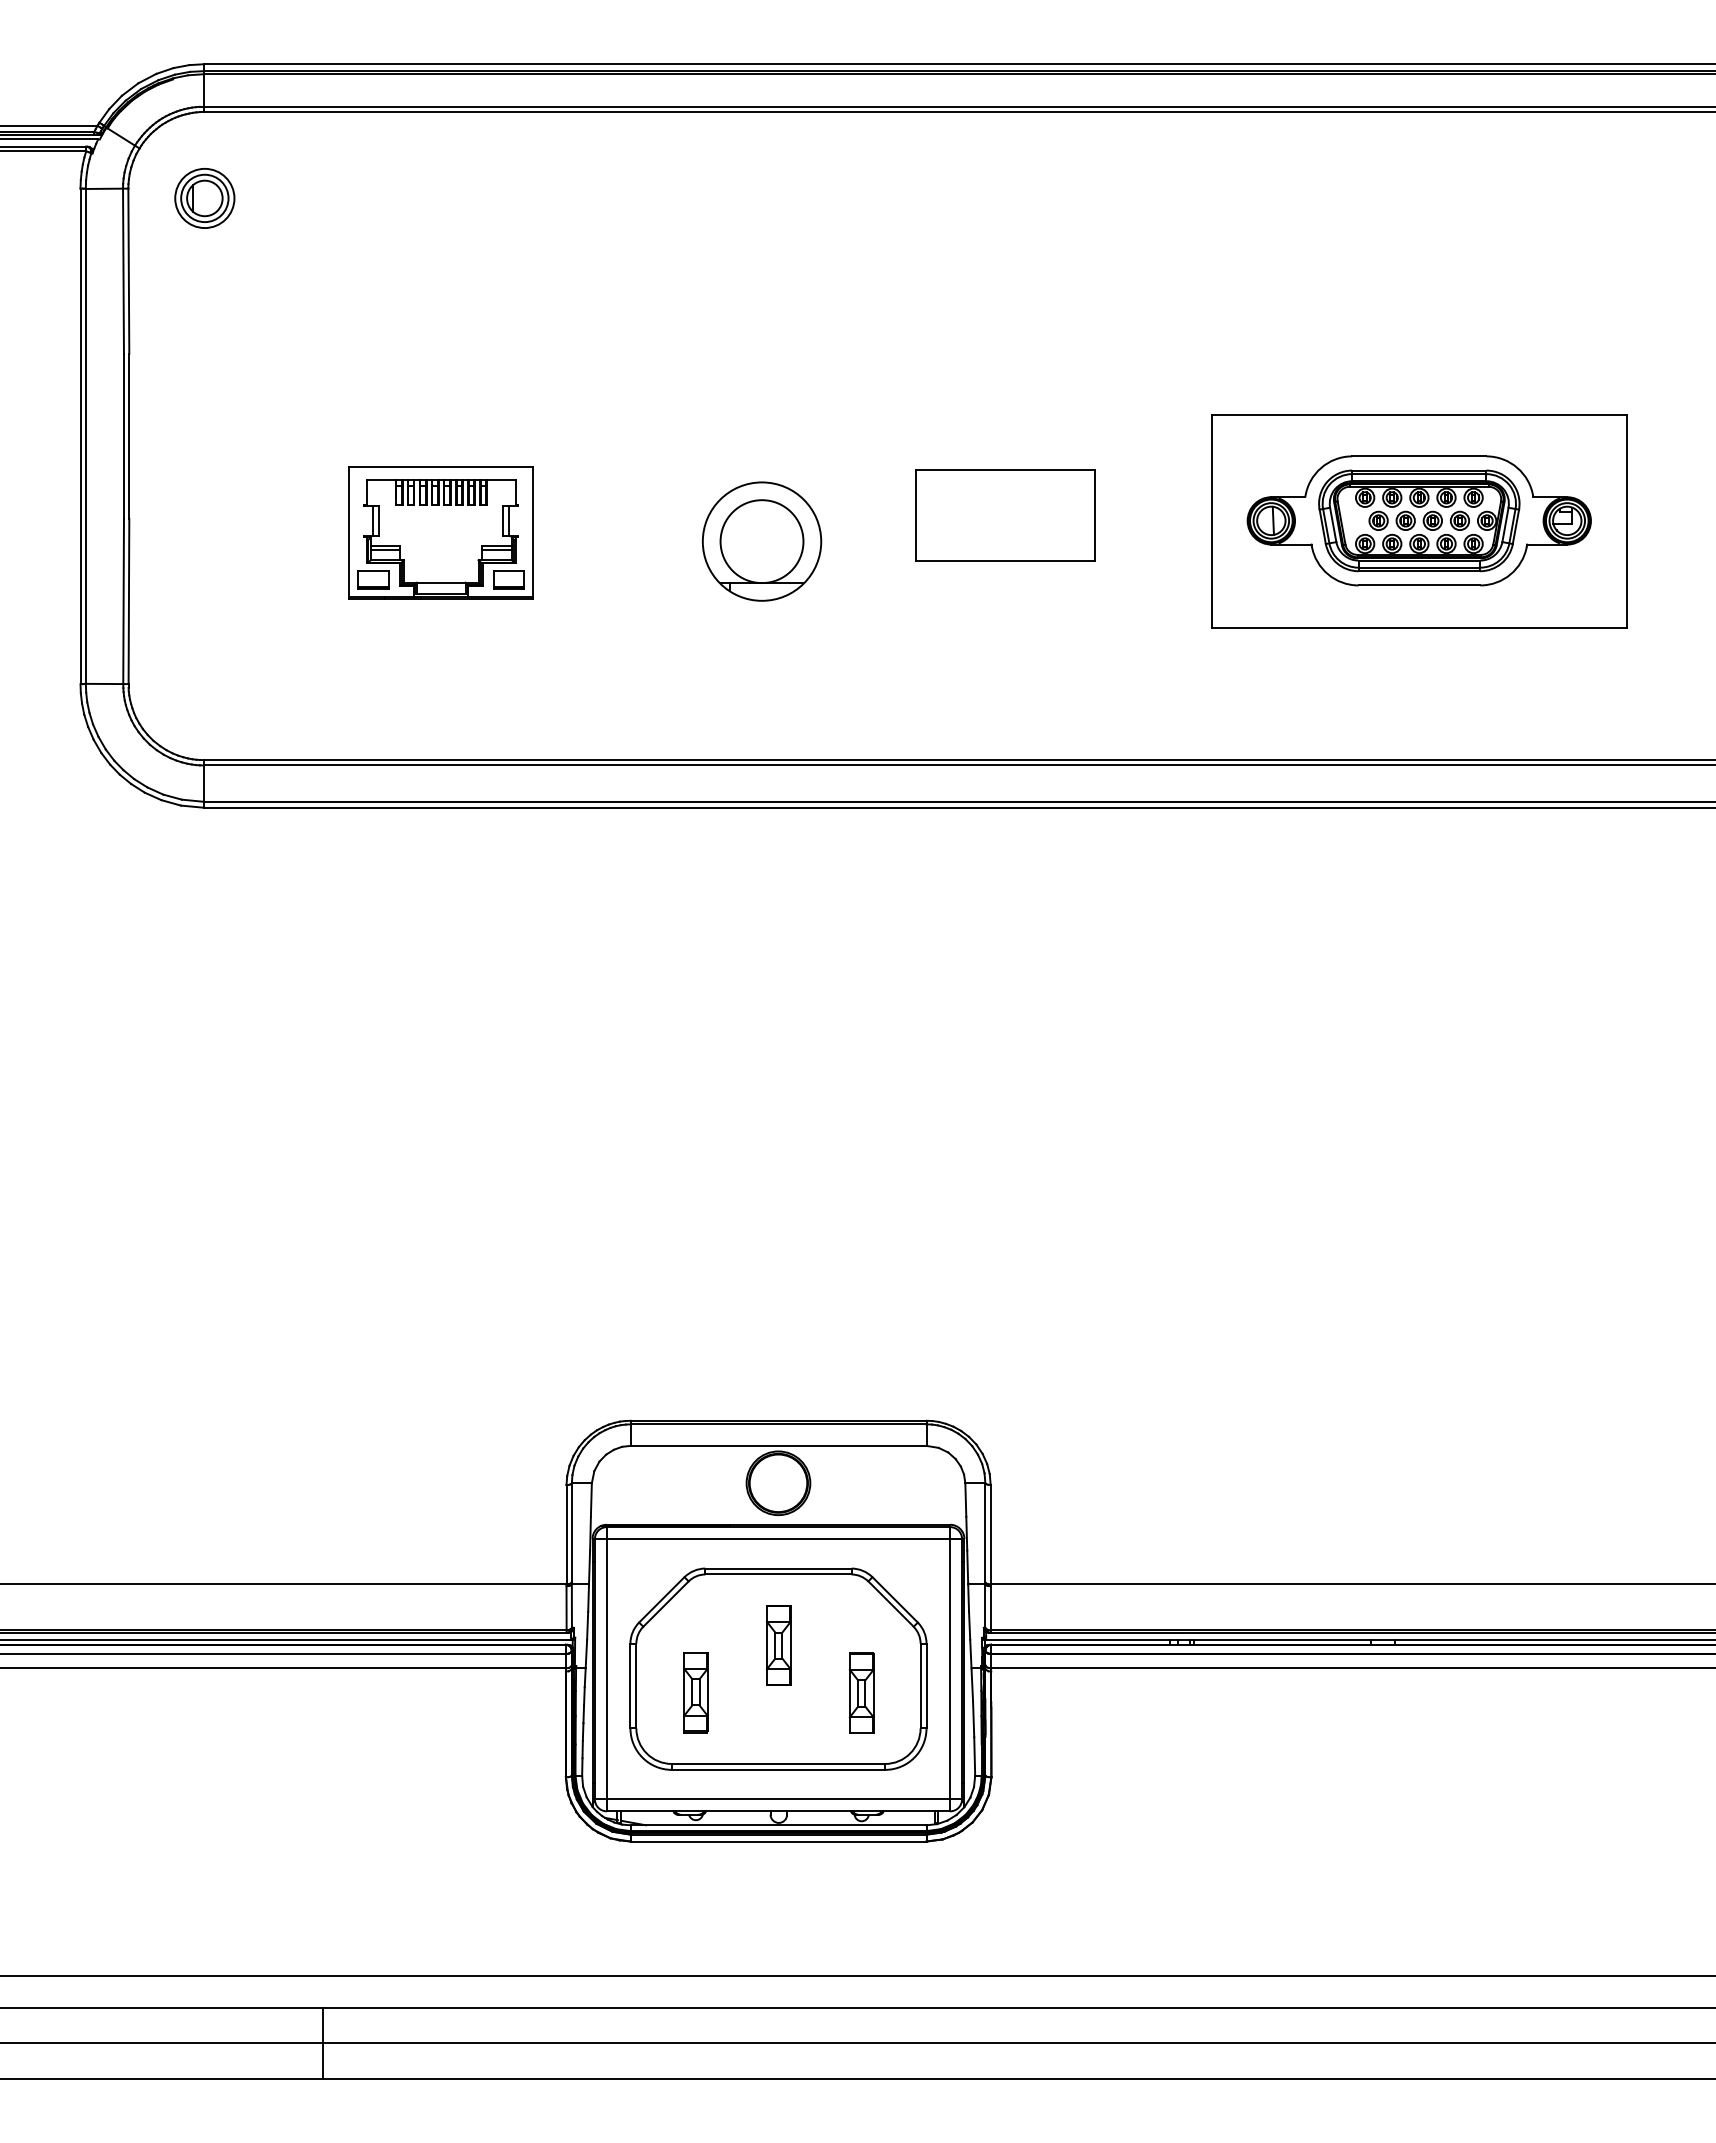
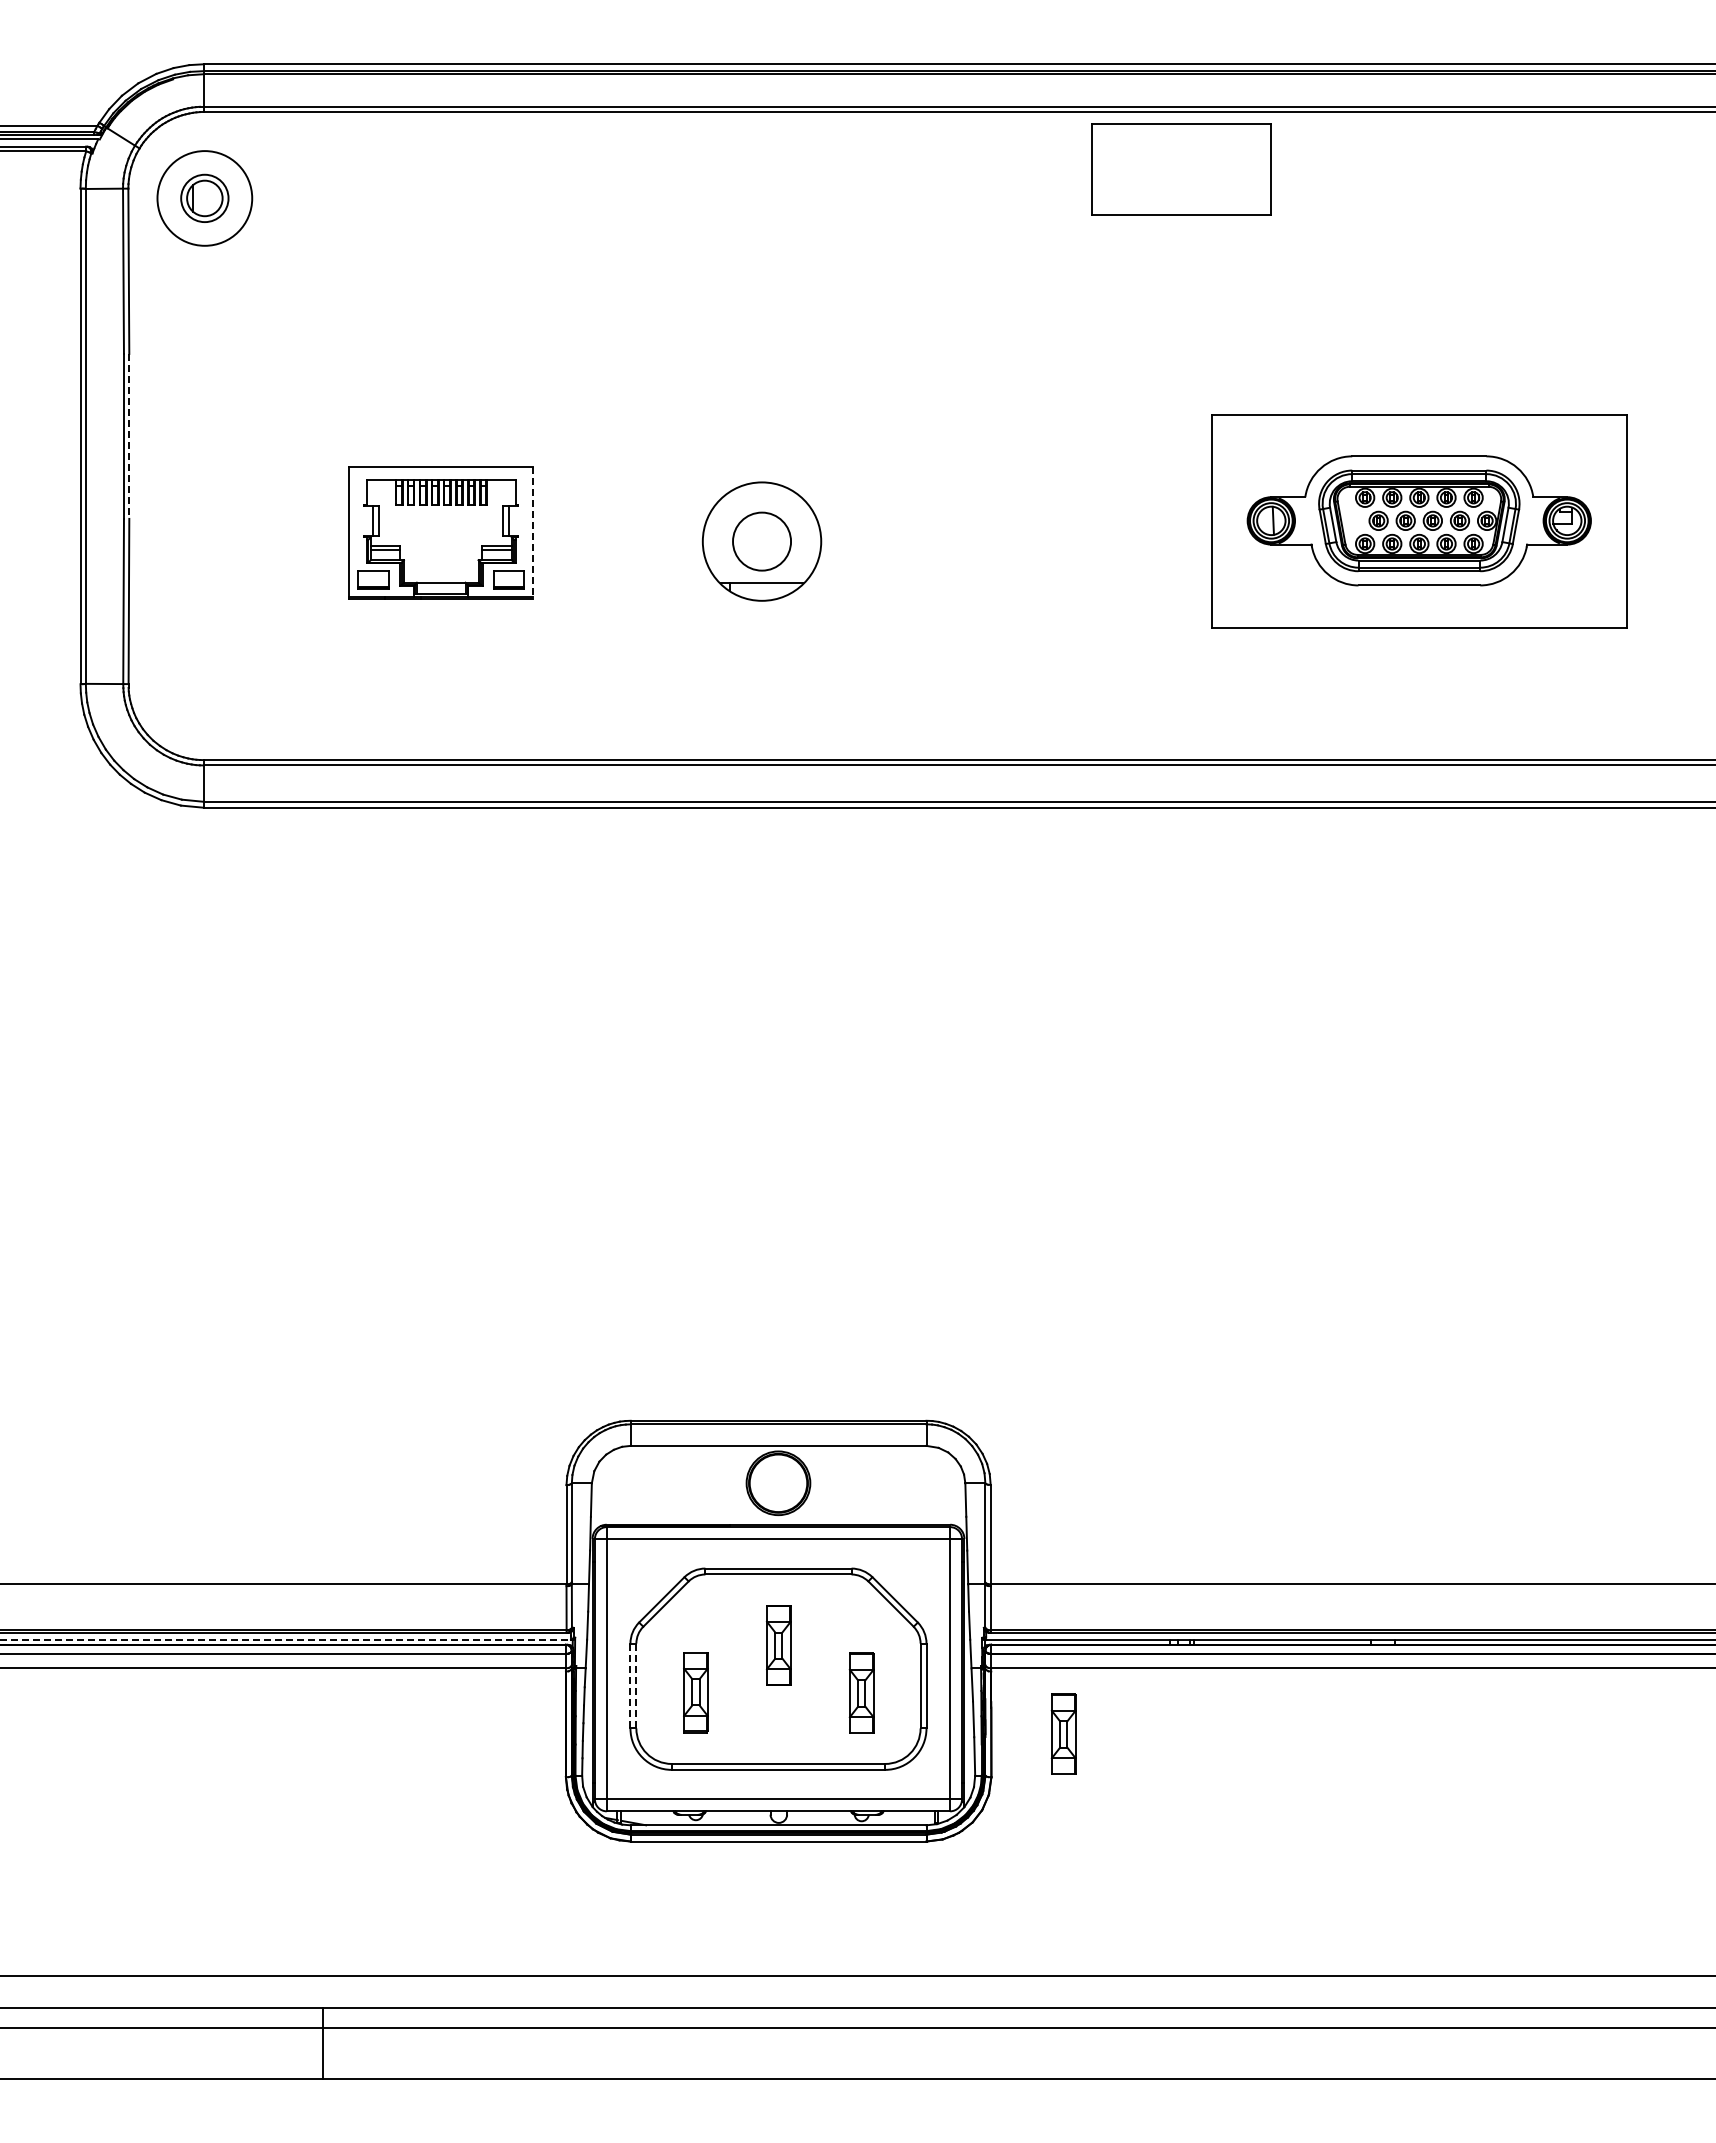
circle at (204, 198) diameter: 59 px -> 95 px
line at (129, 436): solid -> dashed
part at (1005, 515) position: (1005, 515) -> (1181, 169)
line at (533, 533): solid -> dashed
circle at (761, 541) diameter: 83 px -> 58 px
line at (286, 1639): solid -> dashed
line at (630, 1686): solid -> dashed
line at (636, 1686): solid -> dashed
part at (1063, 1733): none -> present
line at (857, 2043) position: (857, 2043) -> (857, 2028)
